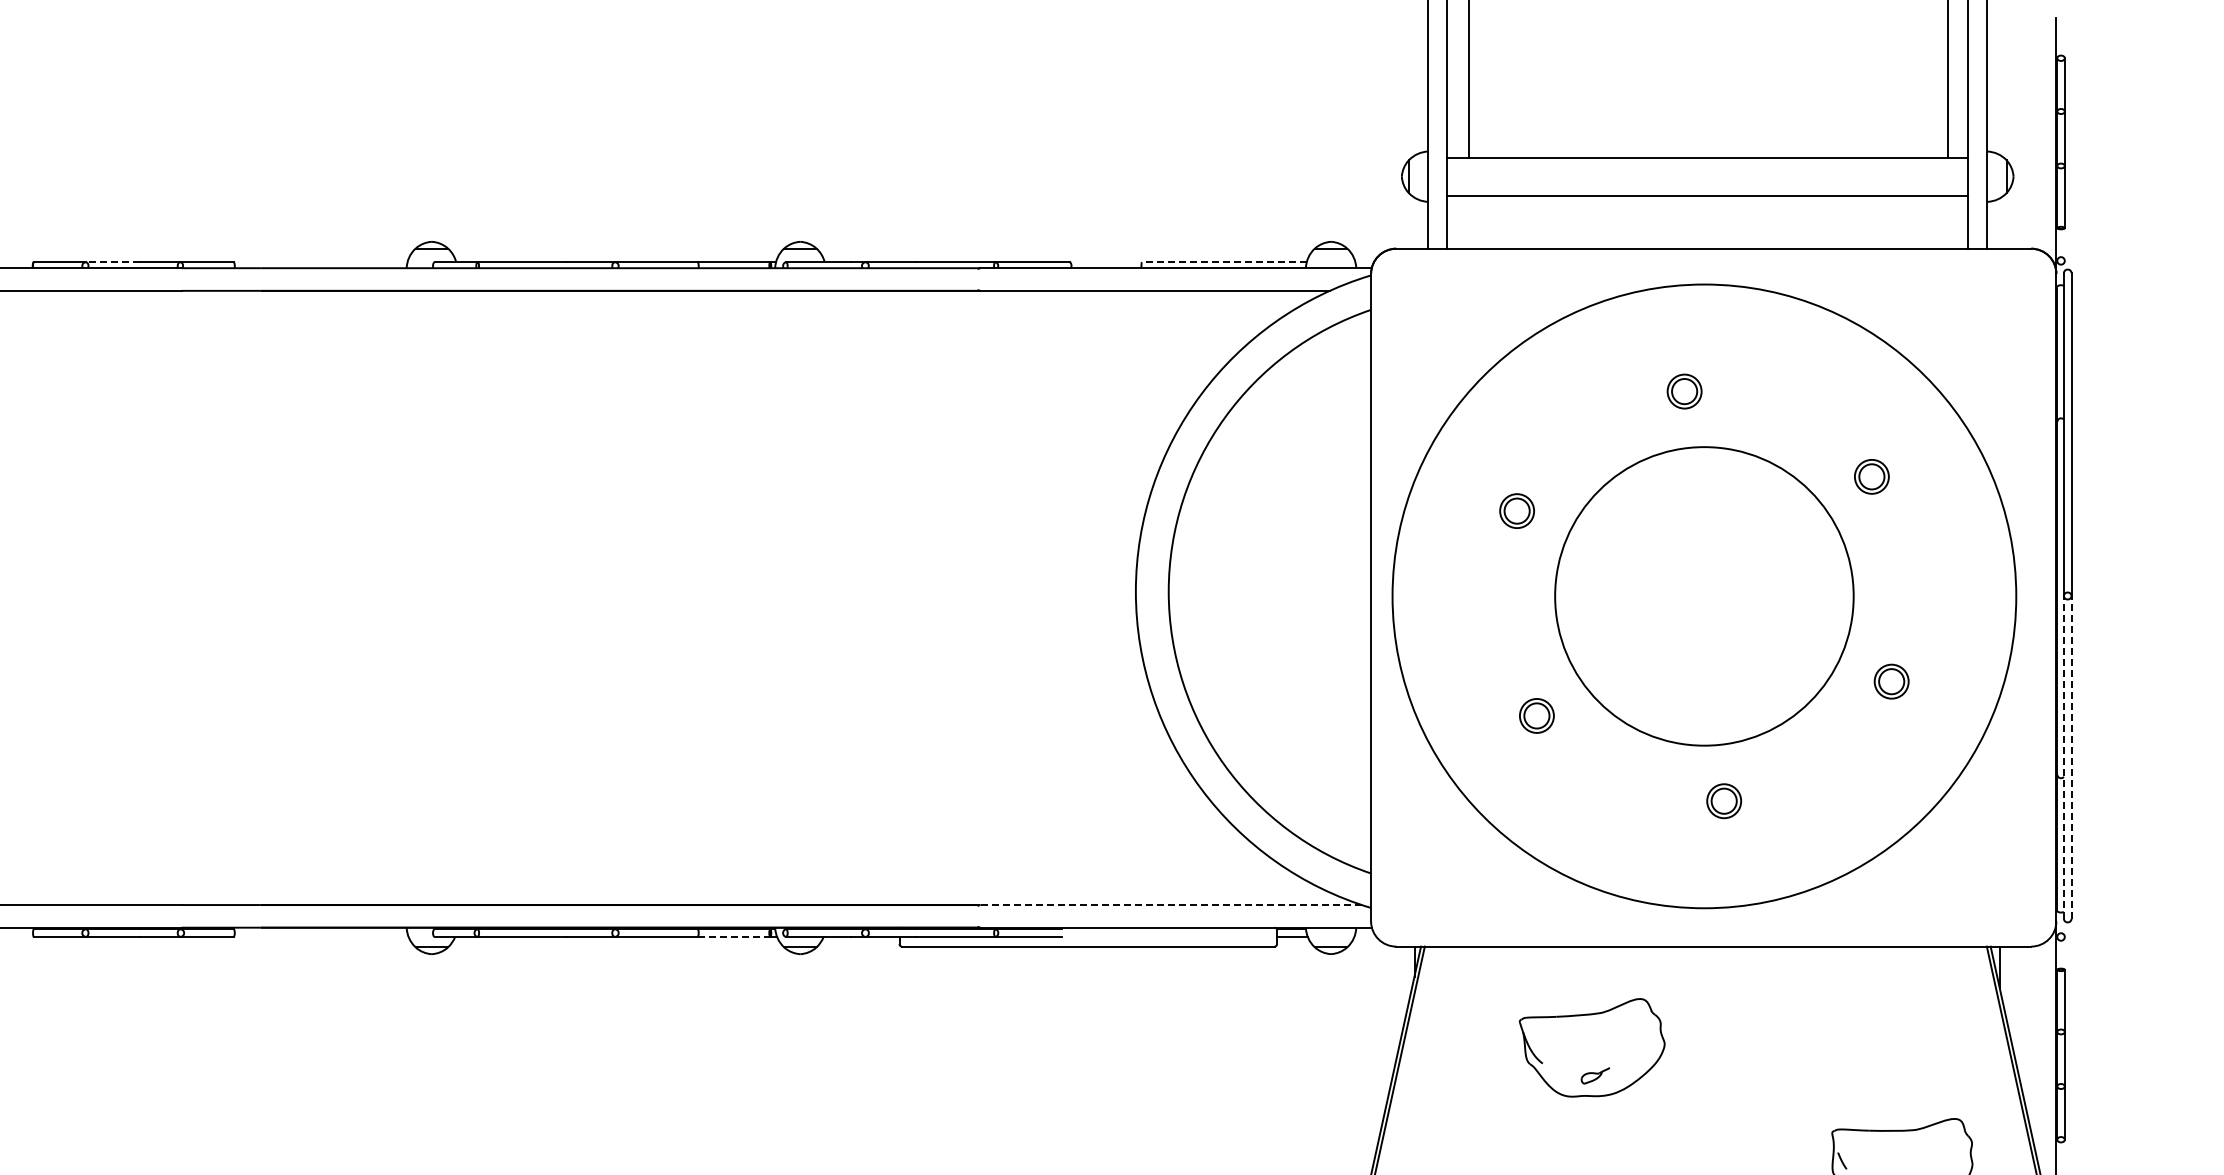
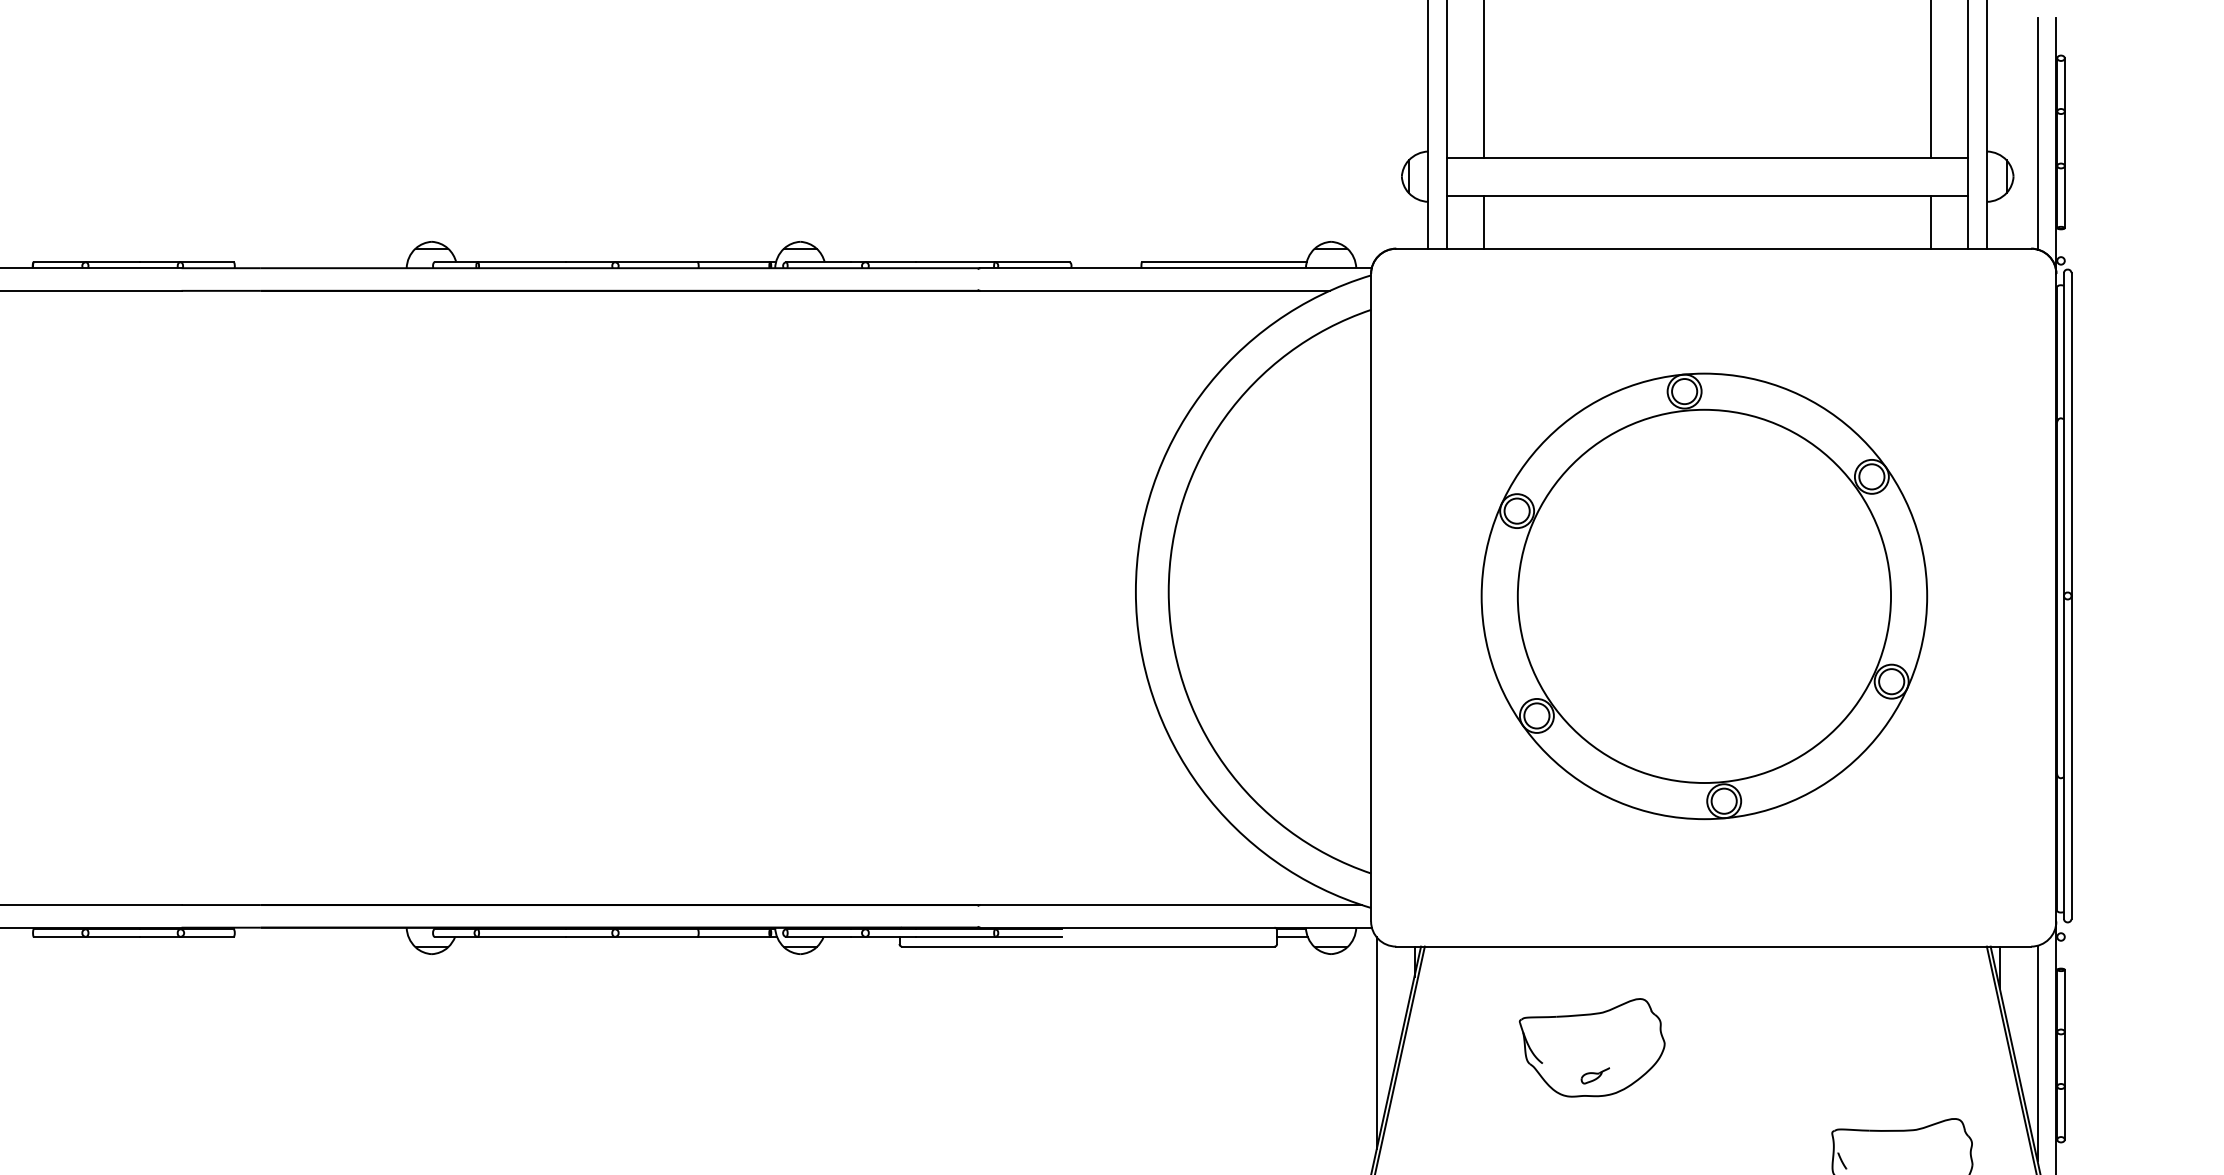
line at (1468, 79) position: (1468, 79) -> (1483, 79)
line at (1947, 79) position: (1947, 79) -> (1930, 79)
line at (2037, 133): none -> present
line at (1483, 221): none -> present
line at (1930, 221): none -> present
line at (112, 262): dashed -> solid
line at (1223, 262): dashed -> solid
circle at (1704, 596) diameter: 299 px -> 373 px
circle at (1704, 596) diameter: 624 px -> 446 px
line at (2063, 756): dashed -> solid
line at (2071, 756): dashed -> solid
line at (1171, 905): dashed -> solid
line at (734, 936): dashed -> solid
line at (1376, 1043): none -> present
line at (2037, 1052): none -> present
